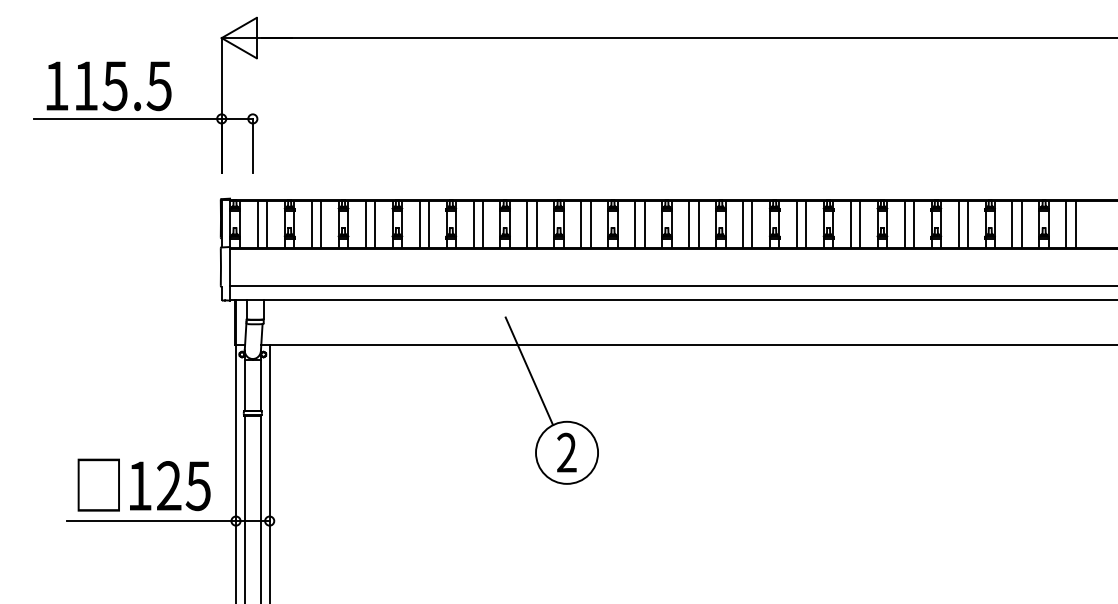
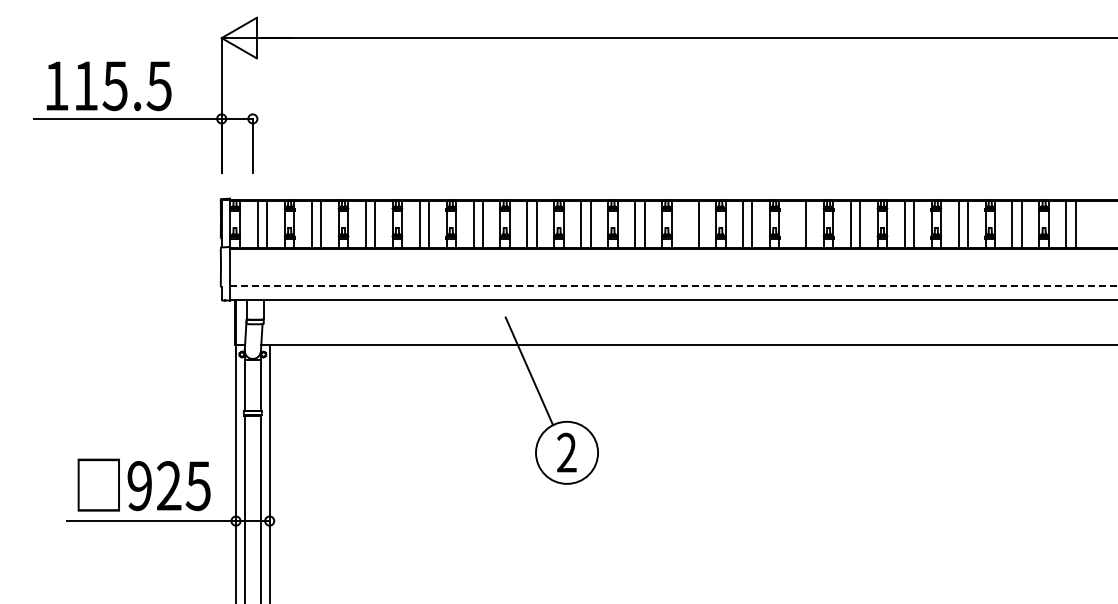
line at (689, 224): present -> none
line at (796, 224): present -> none
line at (673, 286): solid -> dashed
text at (139, 486): 125 -> 925
